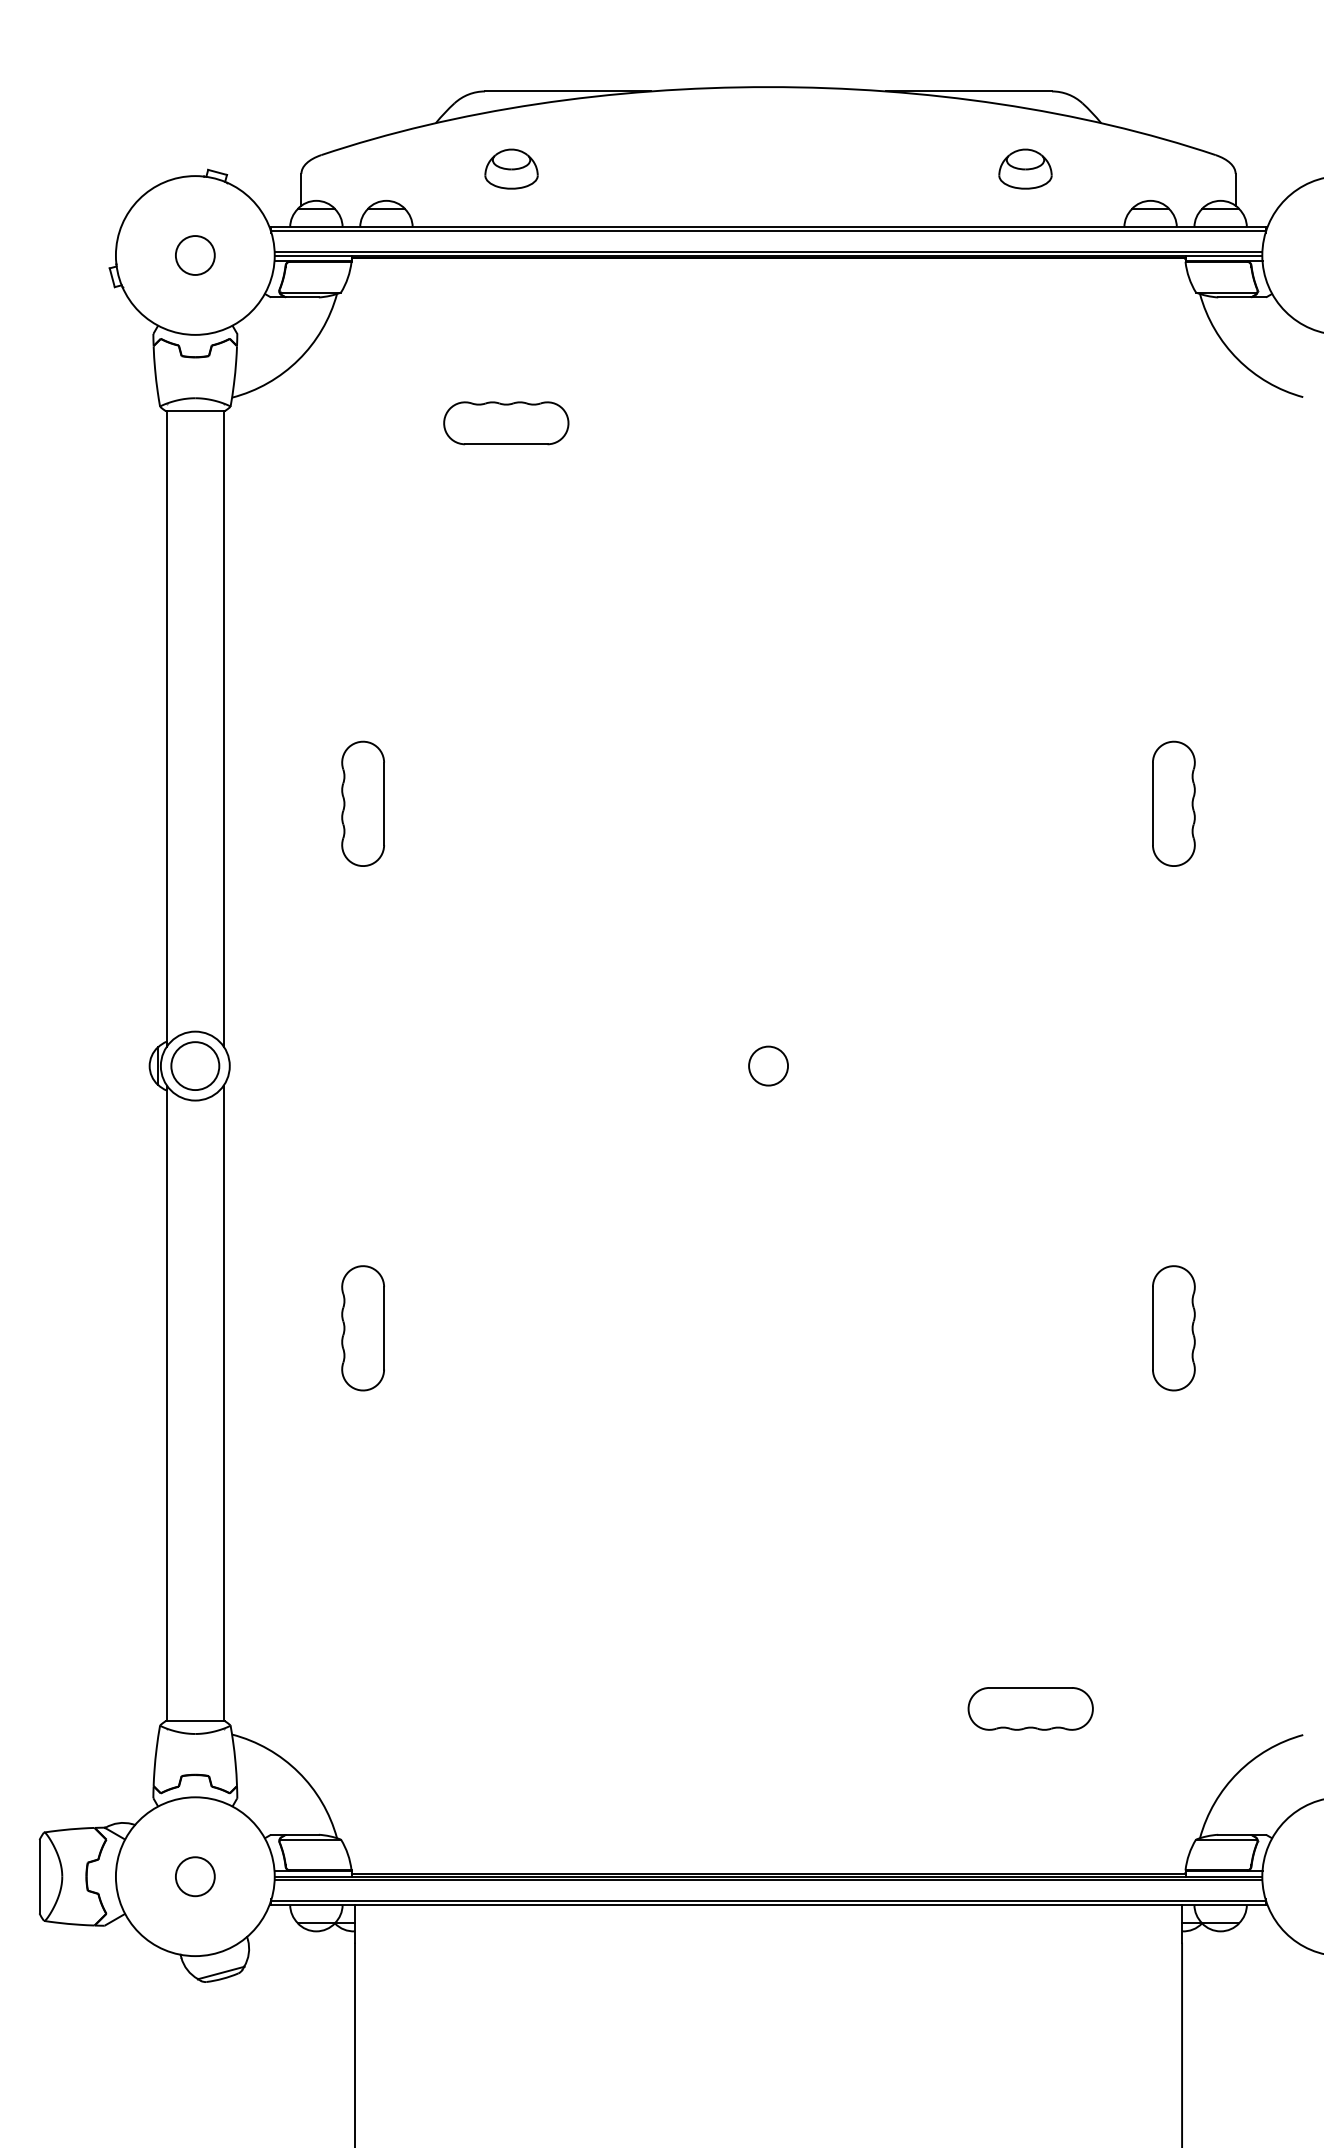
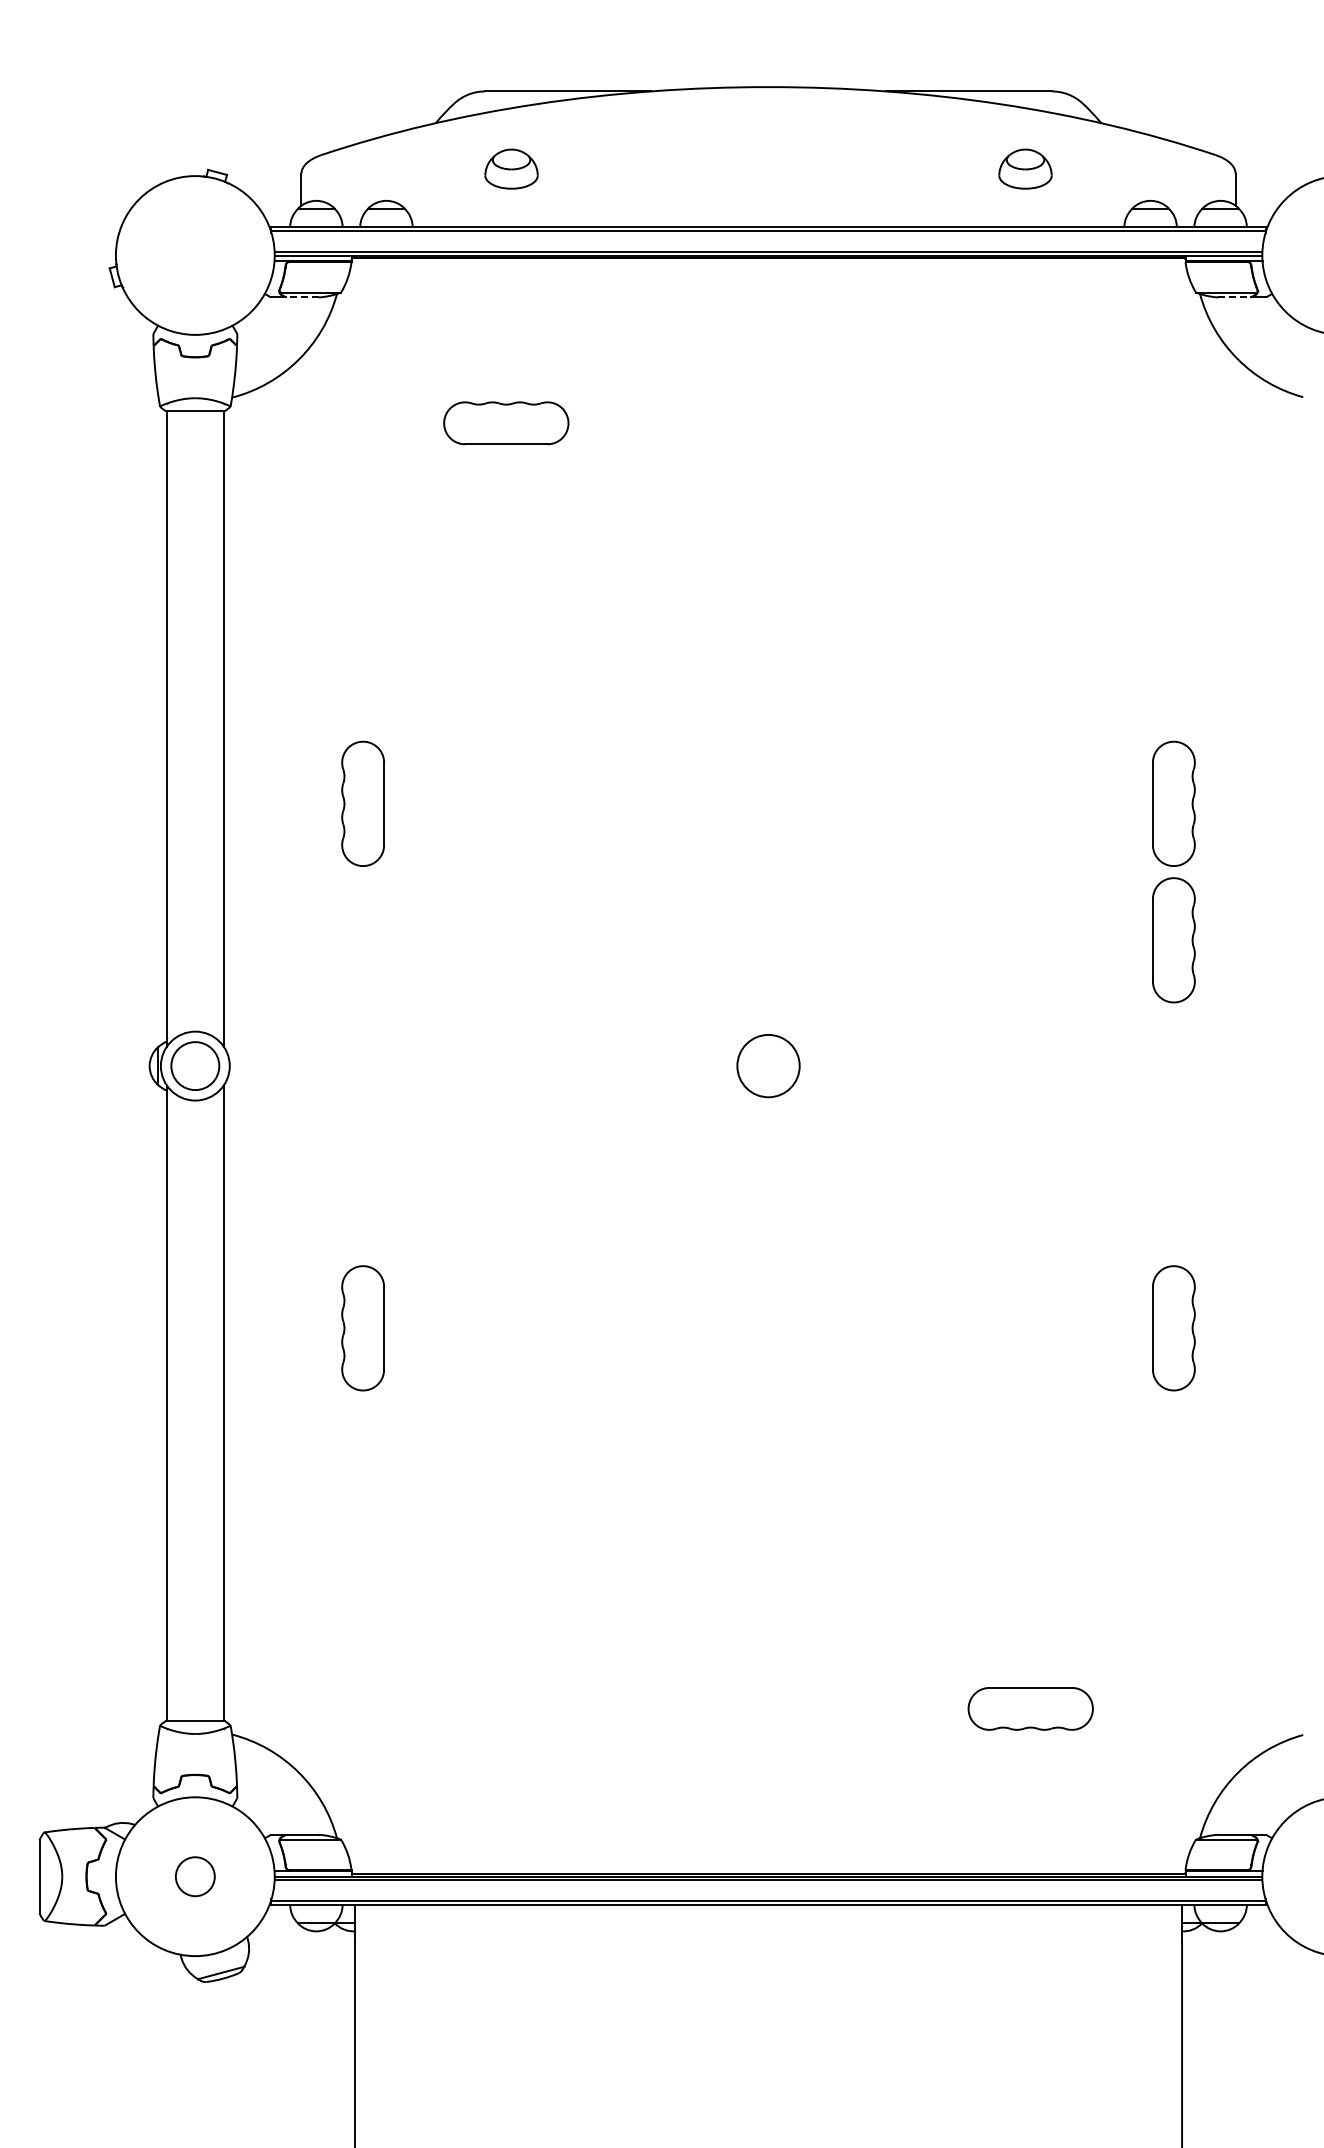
circle at (195, 255): present -> none
line at (301, 297): solid -> dashed
line at (1235, 297): solid -> dashed
part at (1173, 940): none -> present
circle at (768, 1065) diameter: 39 px -> 62 px
